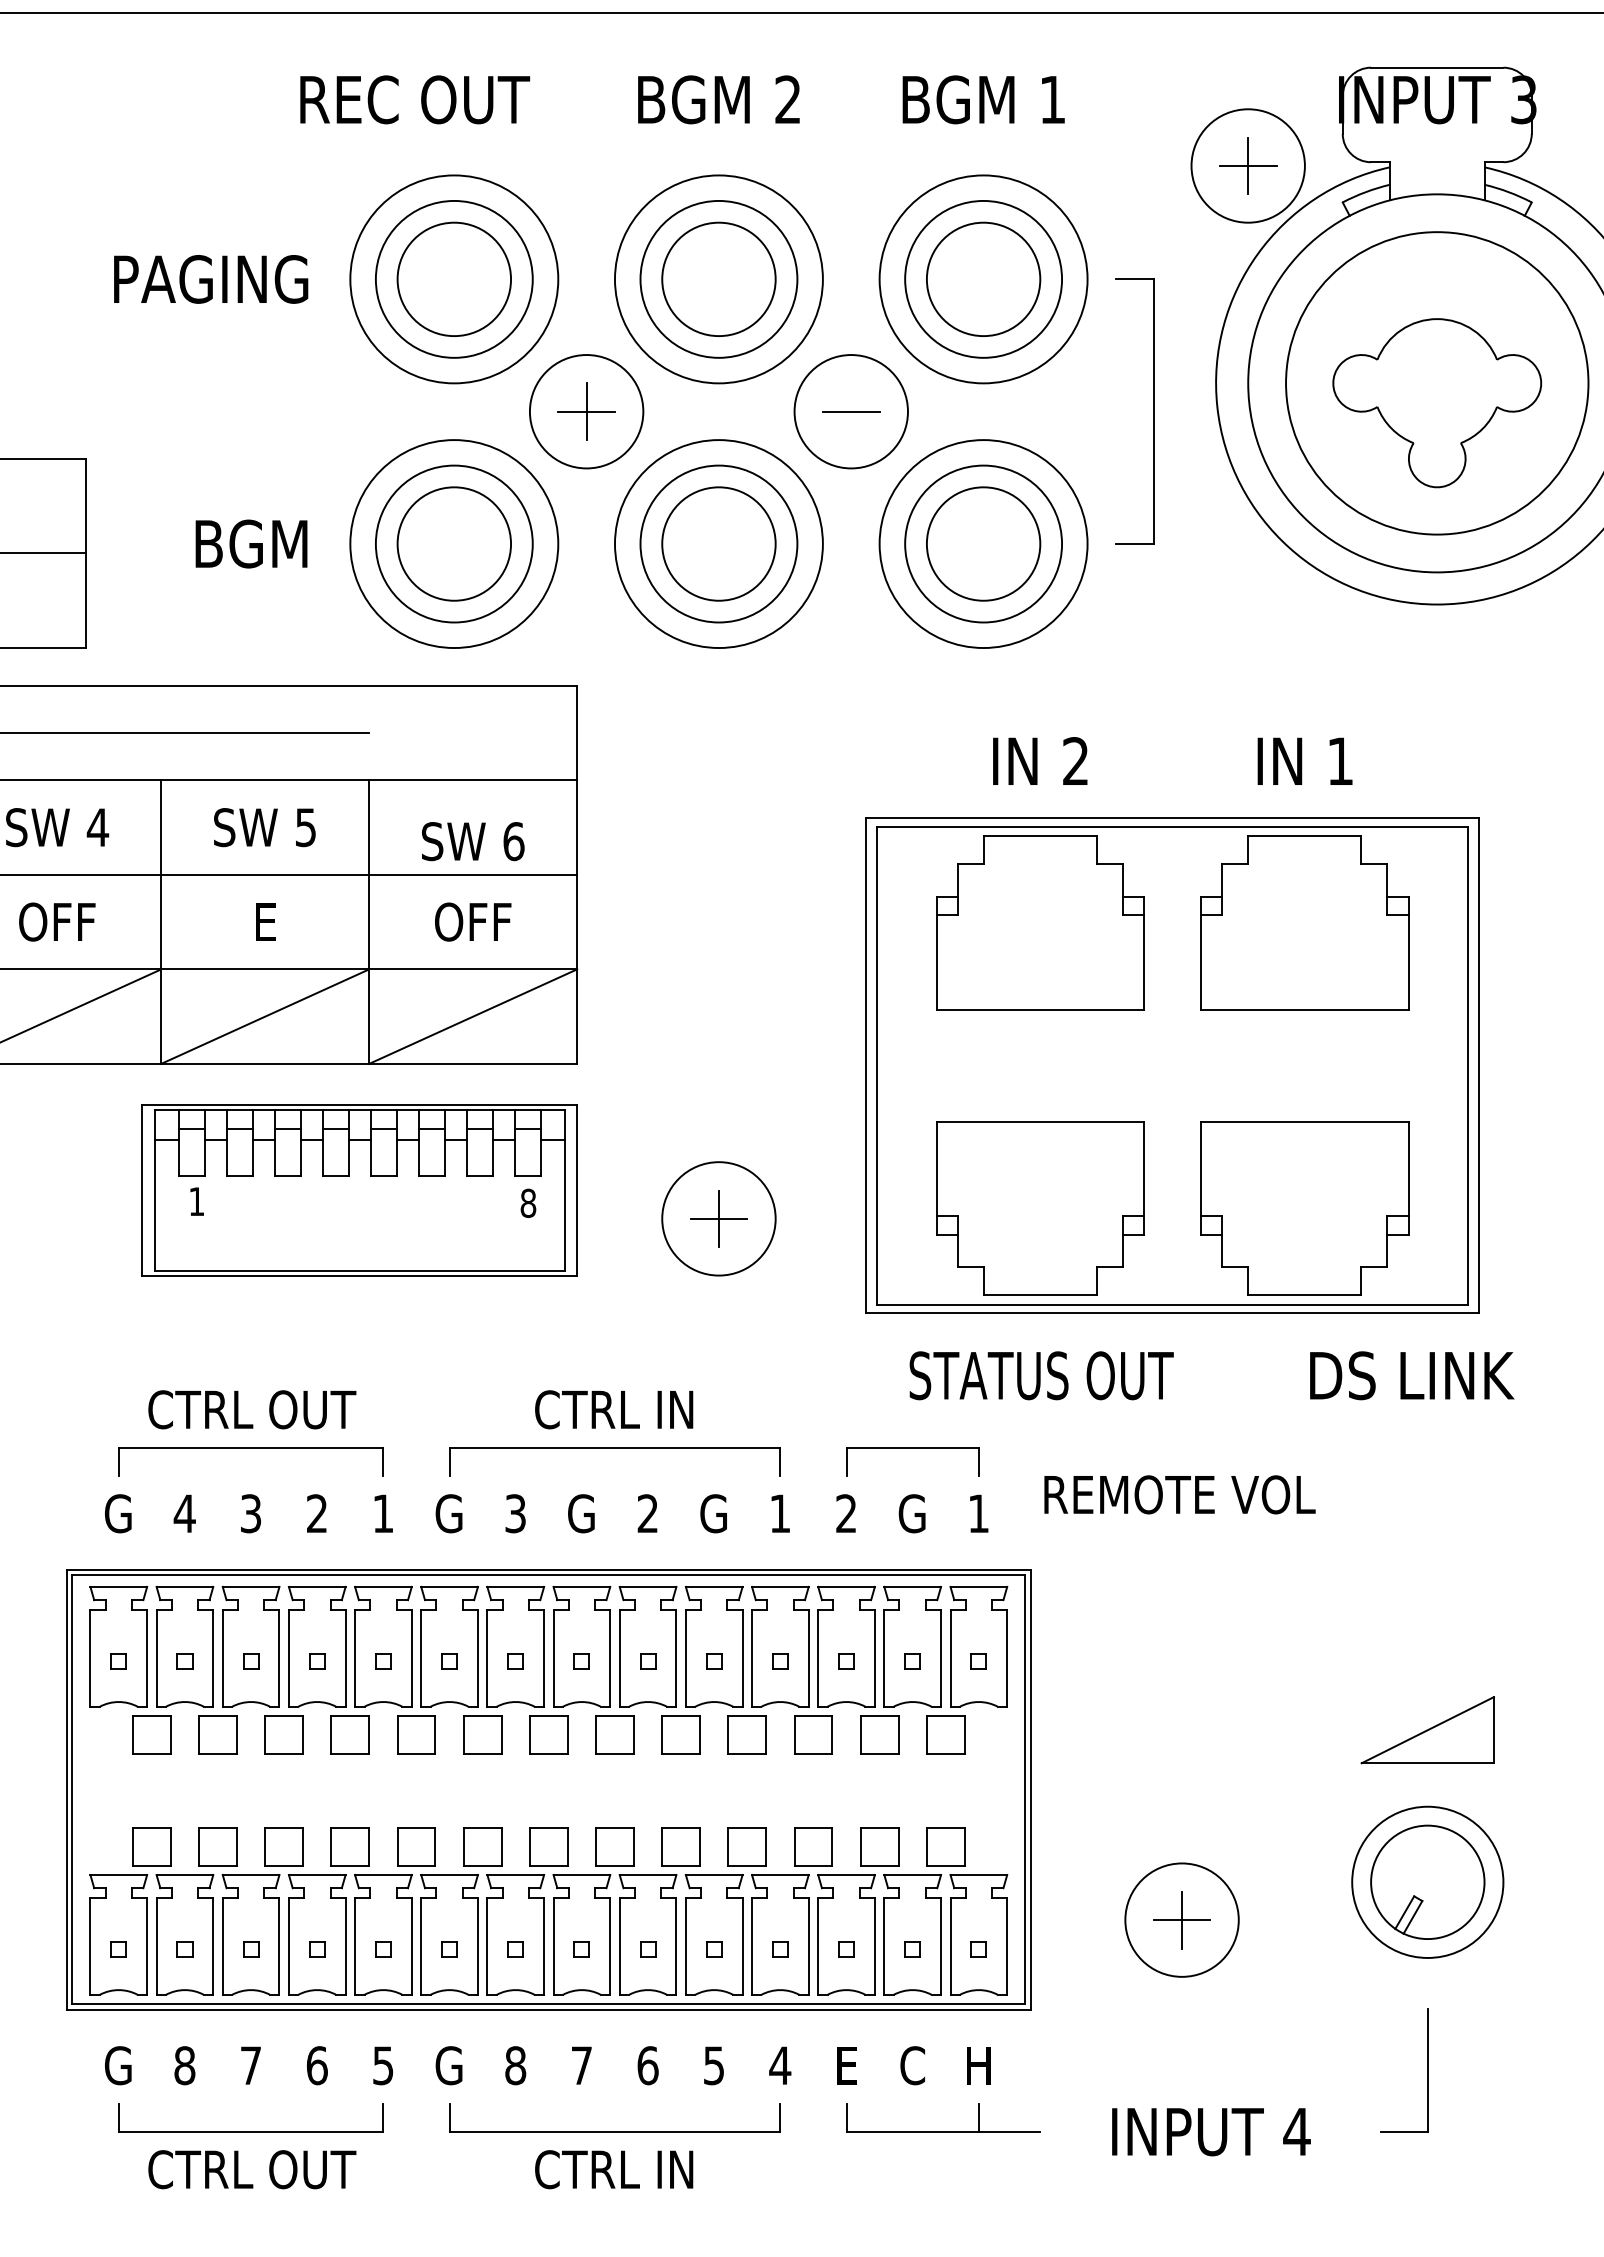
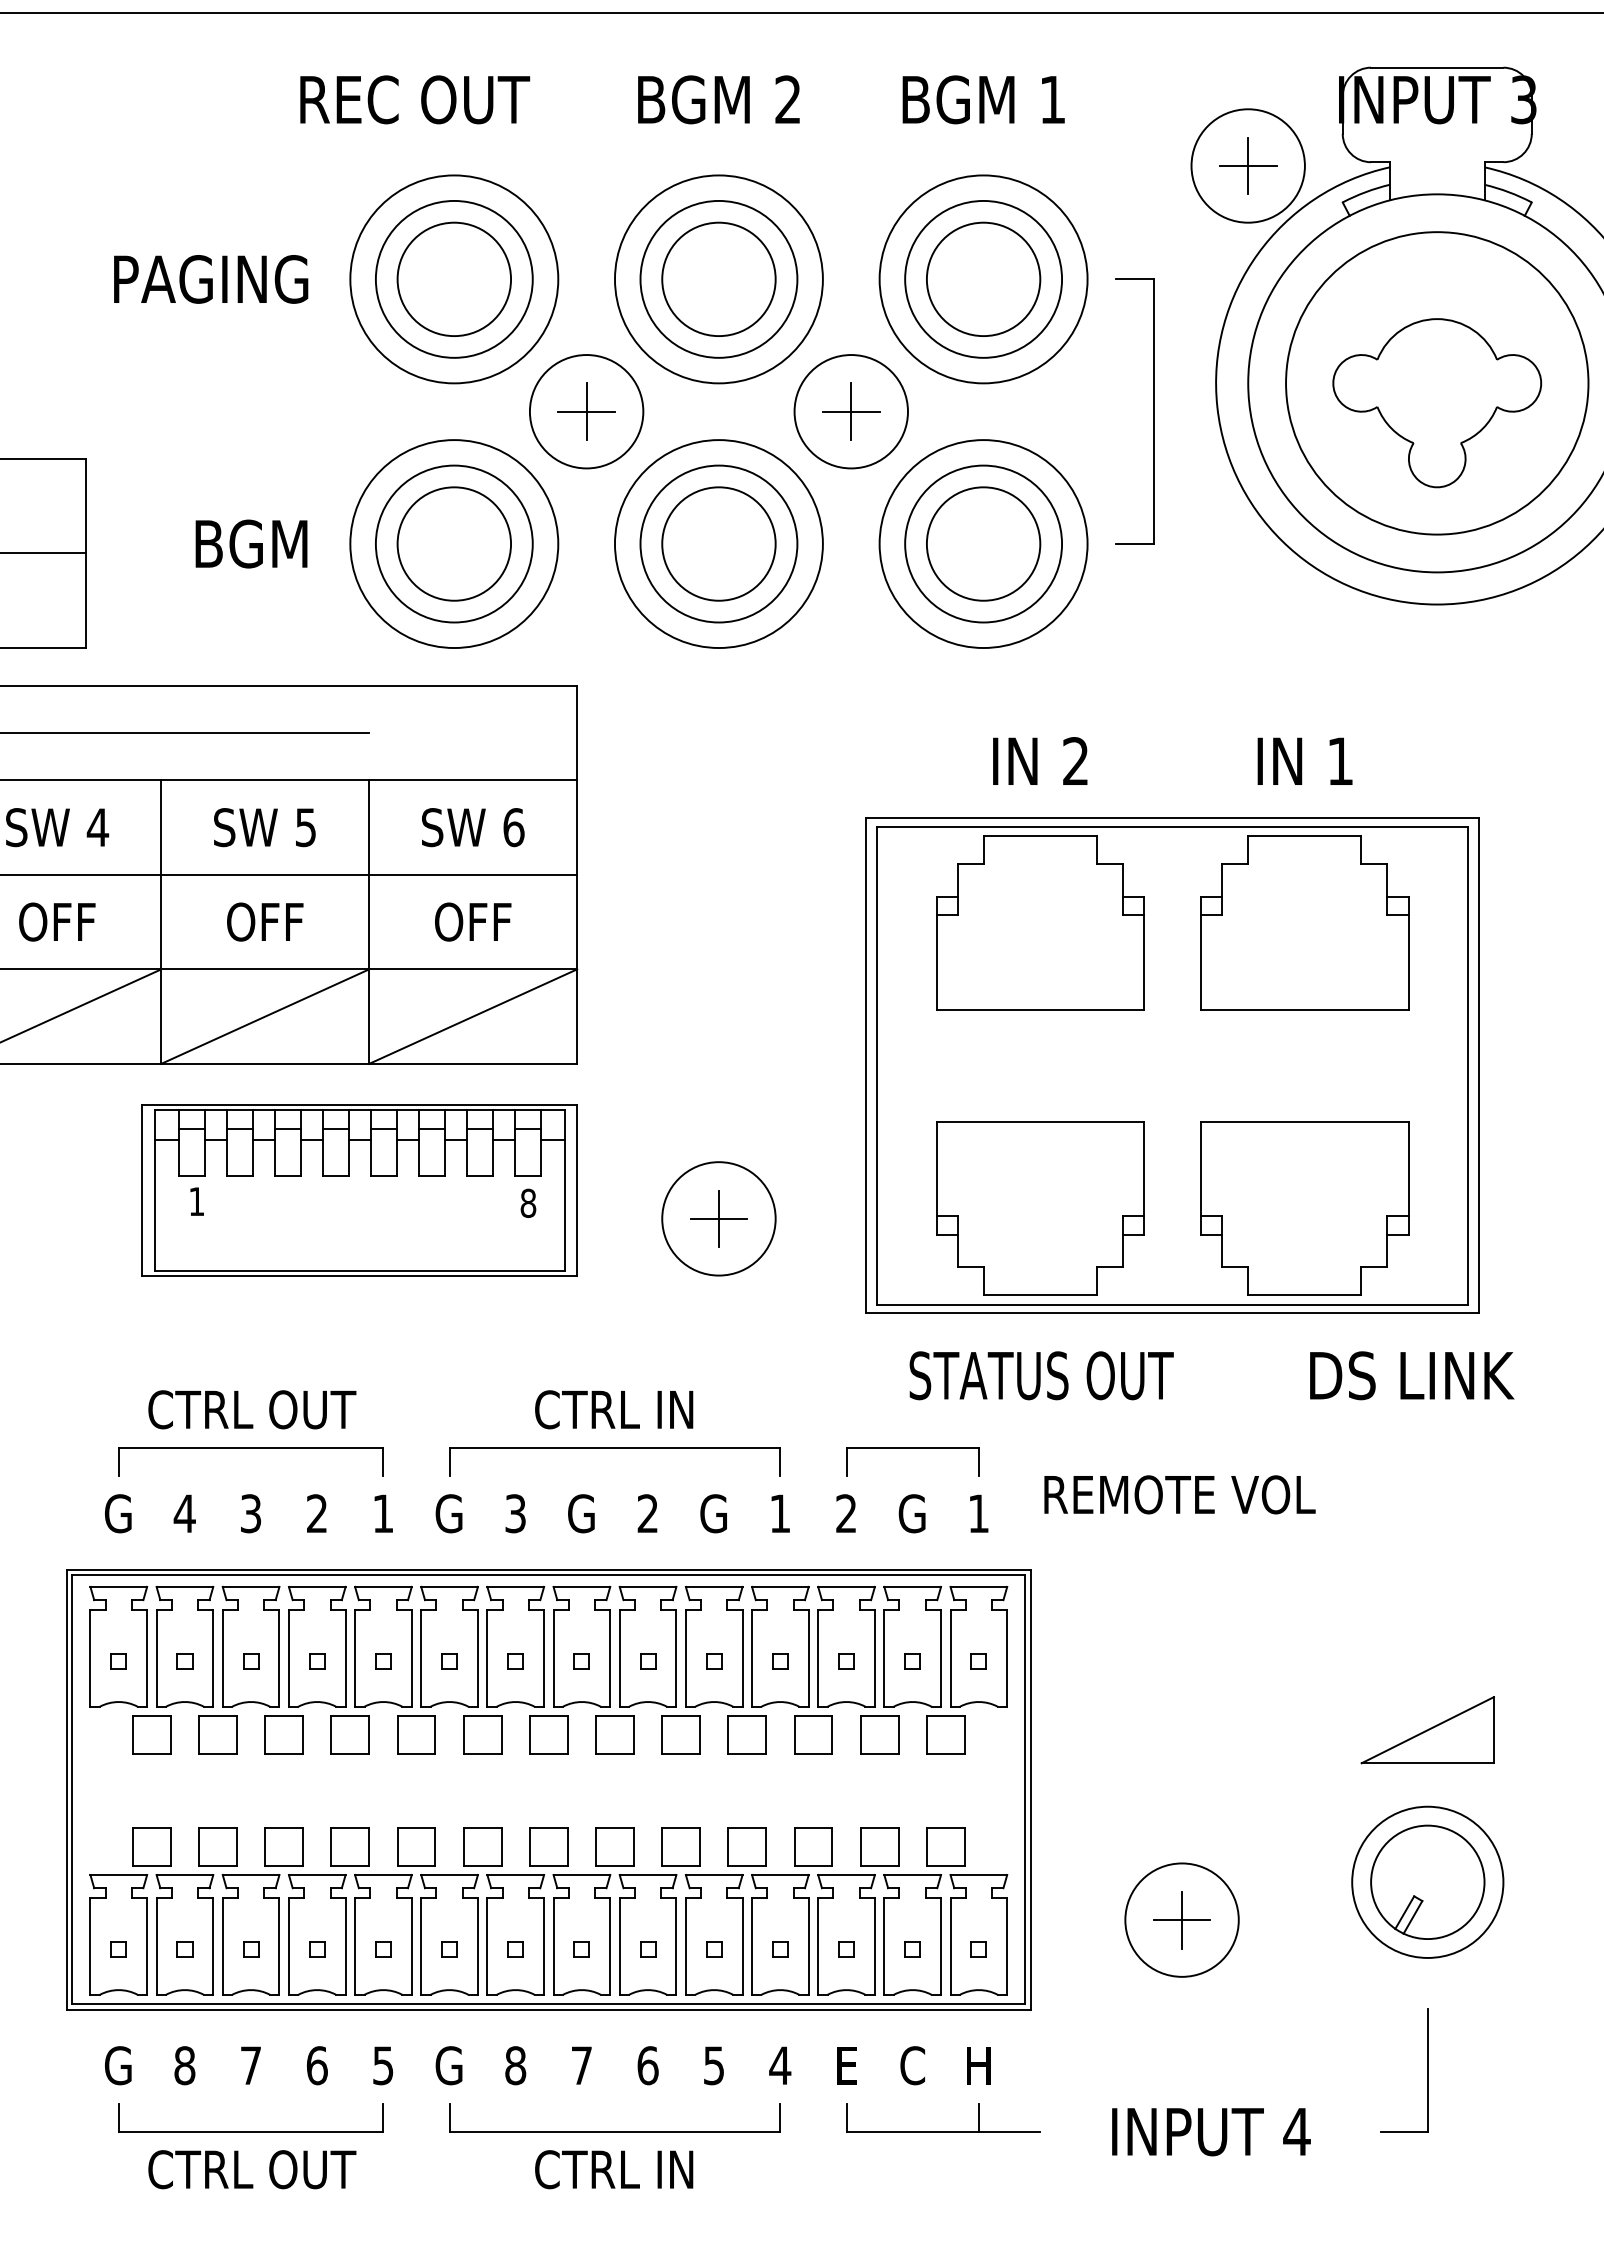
line at (851, 411): none -> present
text at (473, 841) position: (473, 841) -> (473, 827)
text at (265, 921): E -> OFF
